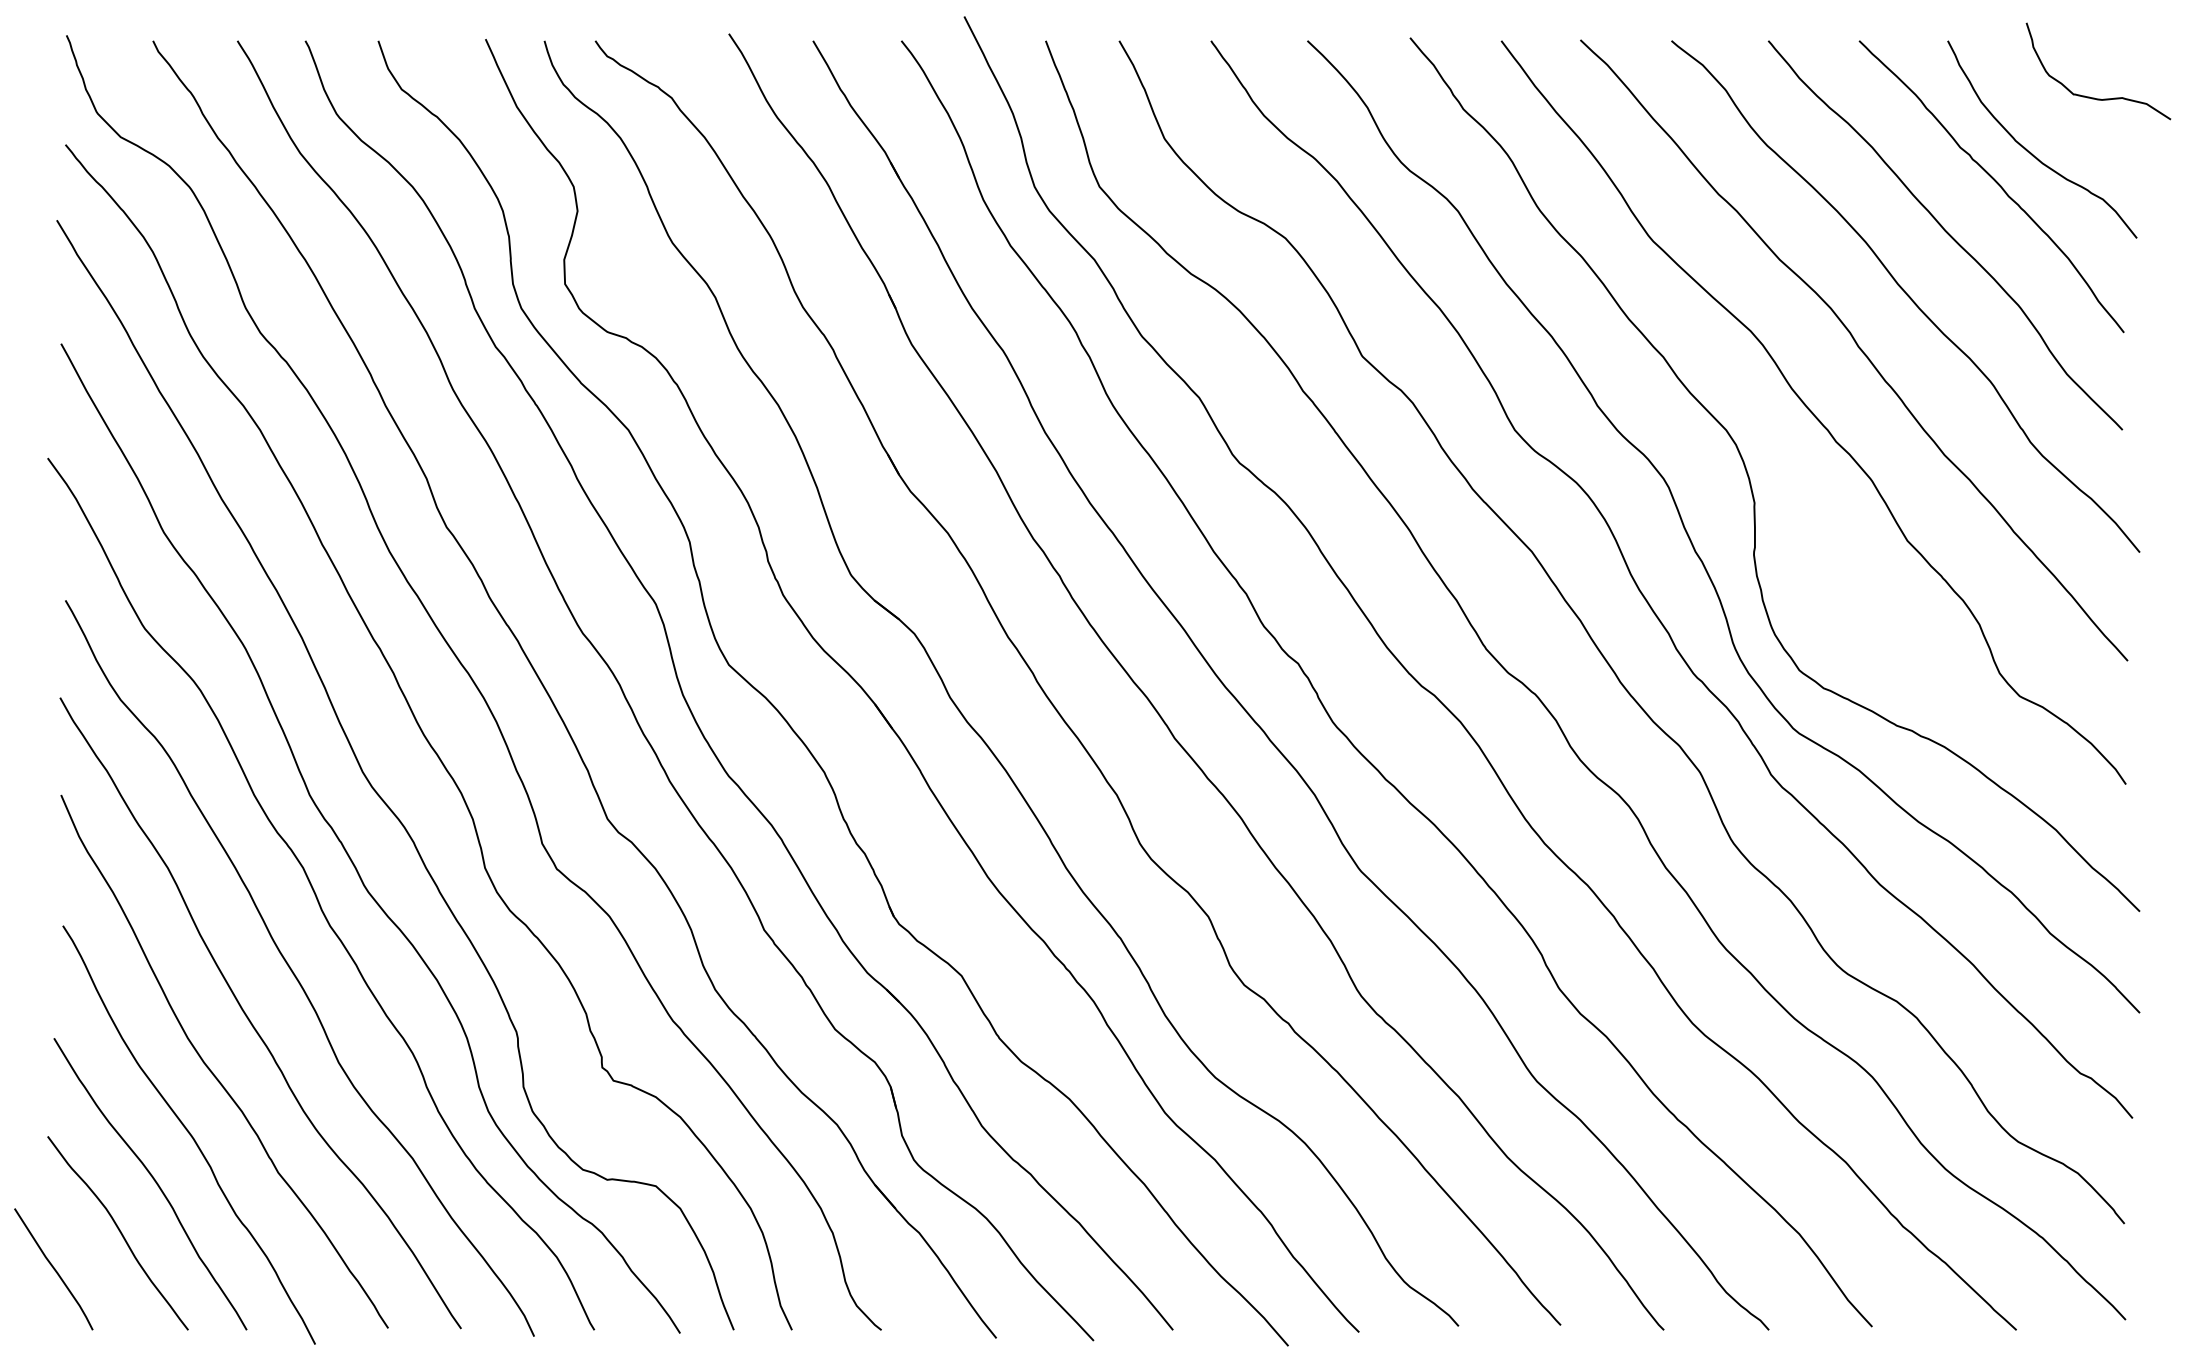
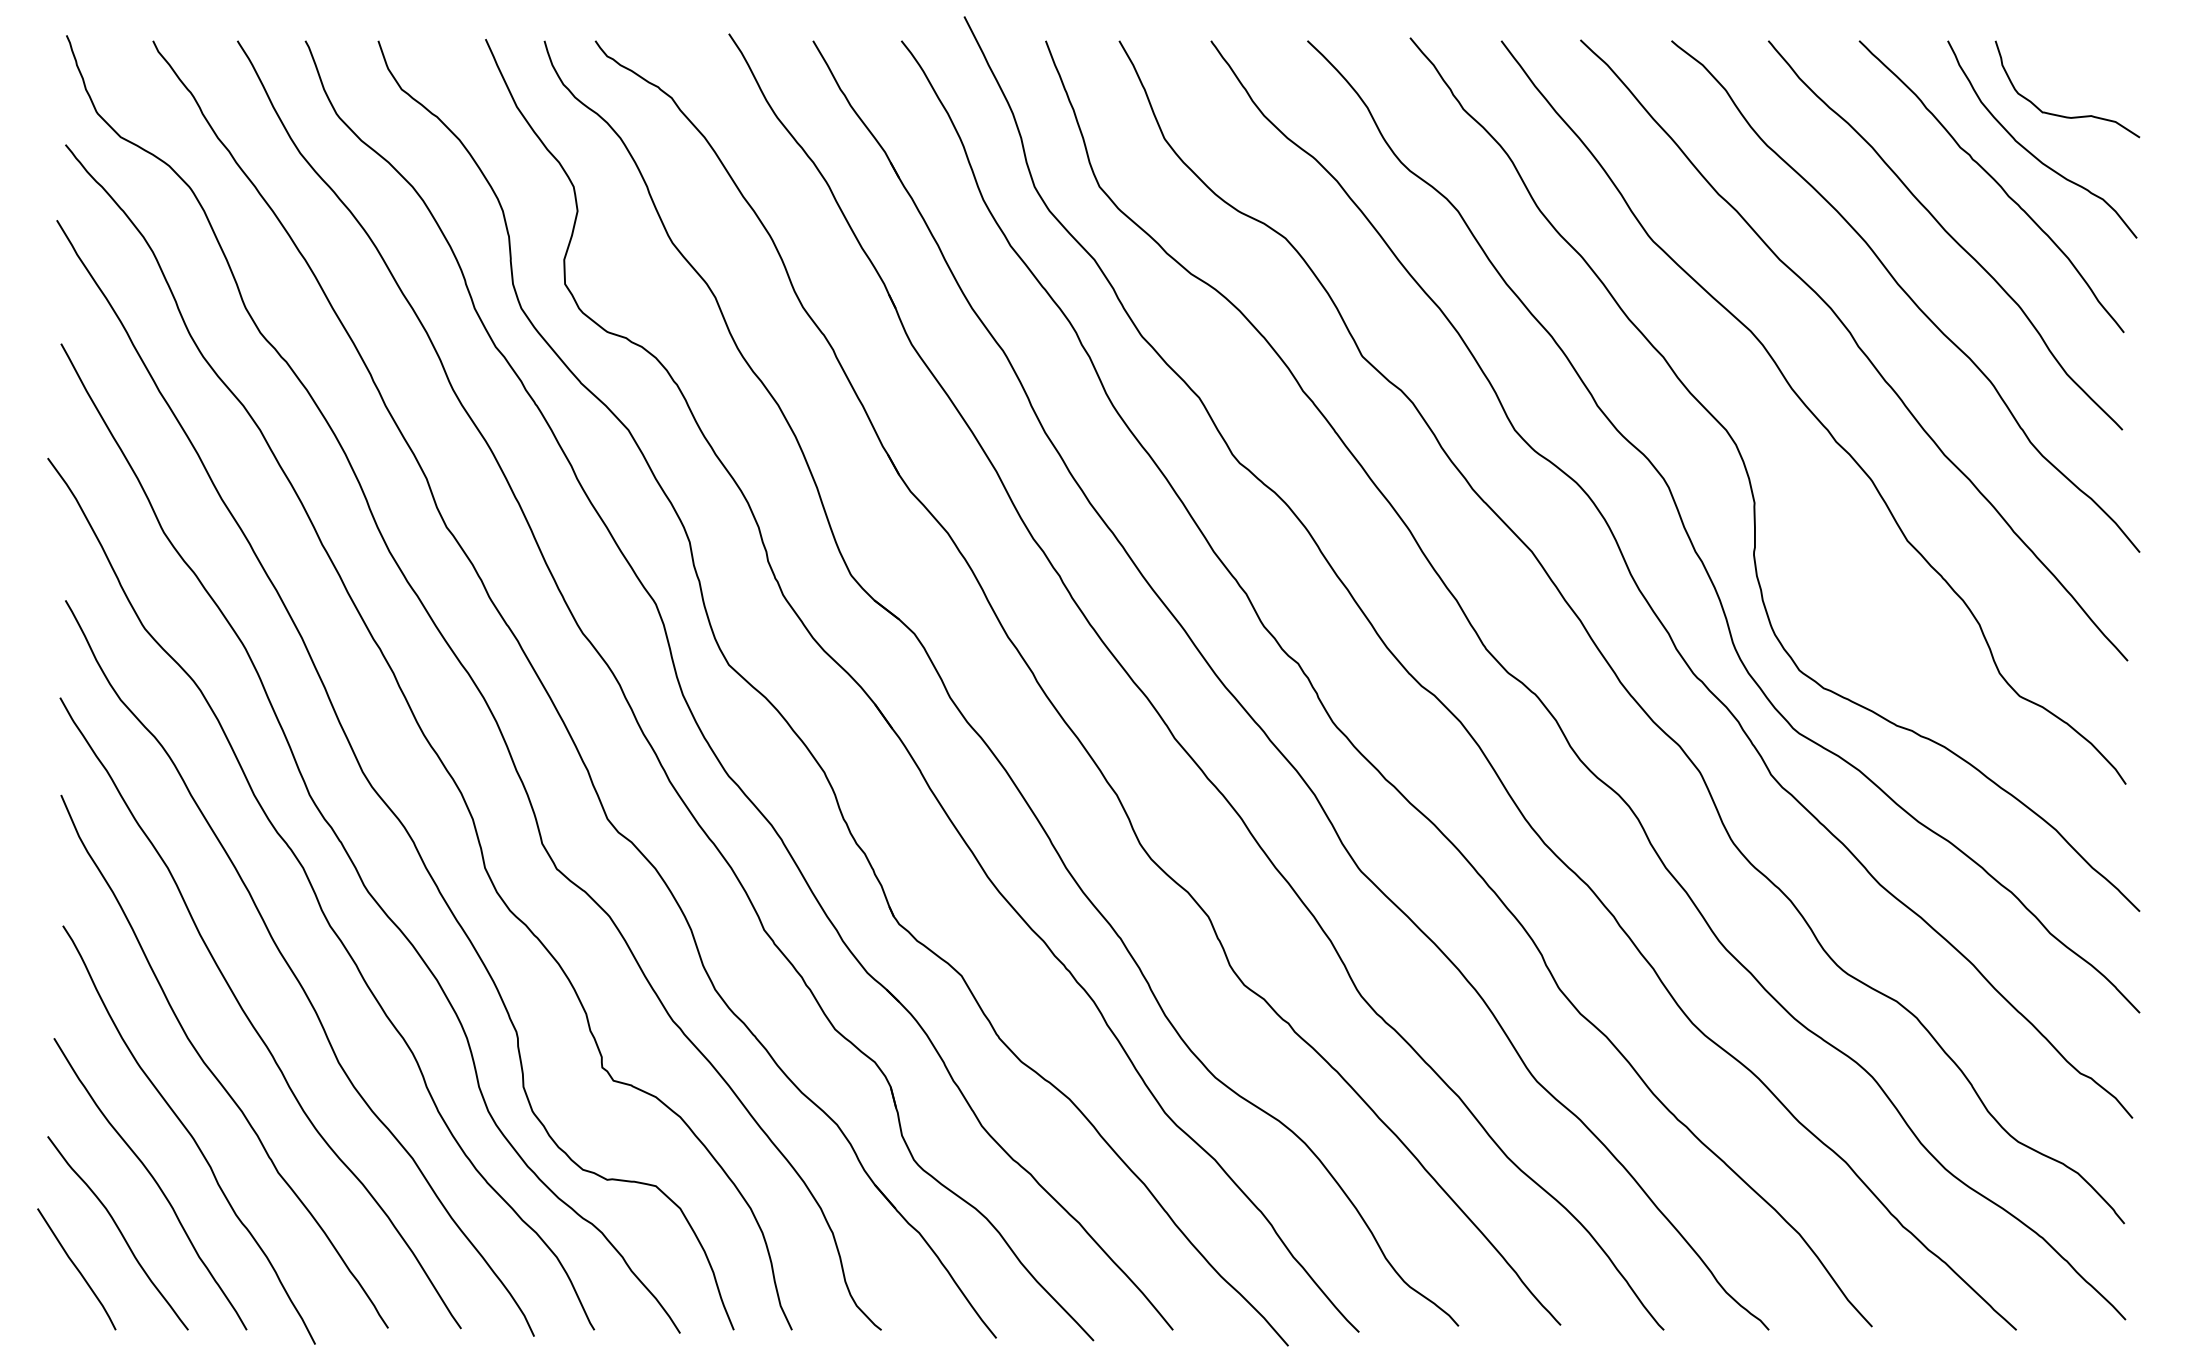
curve at (2094, 97) position: (2094, 97) -> (2063, 115)
curve at (53, 1269) position: (53, 1269) -> (76, 1269)
